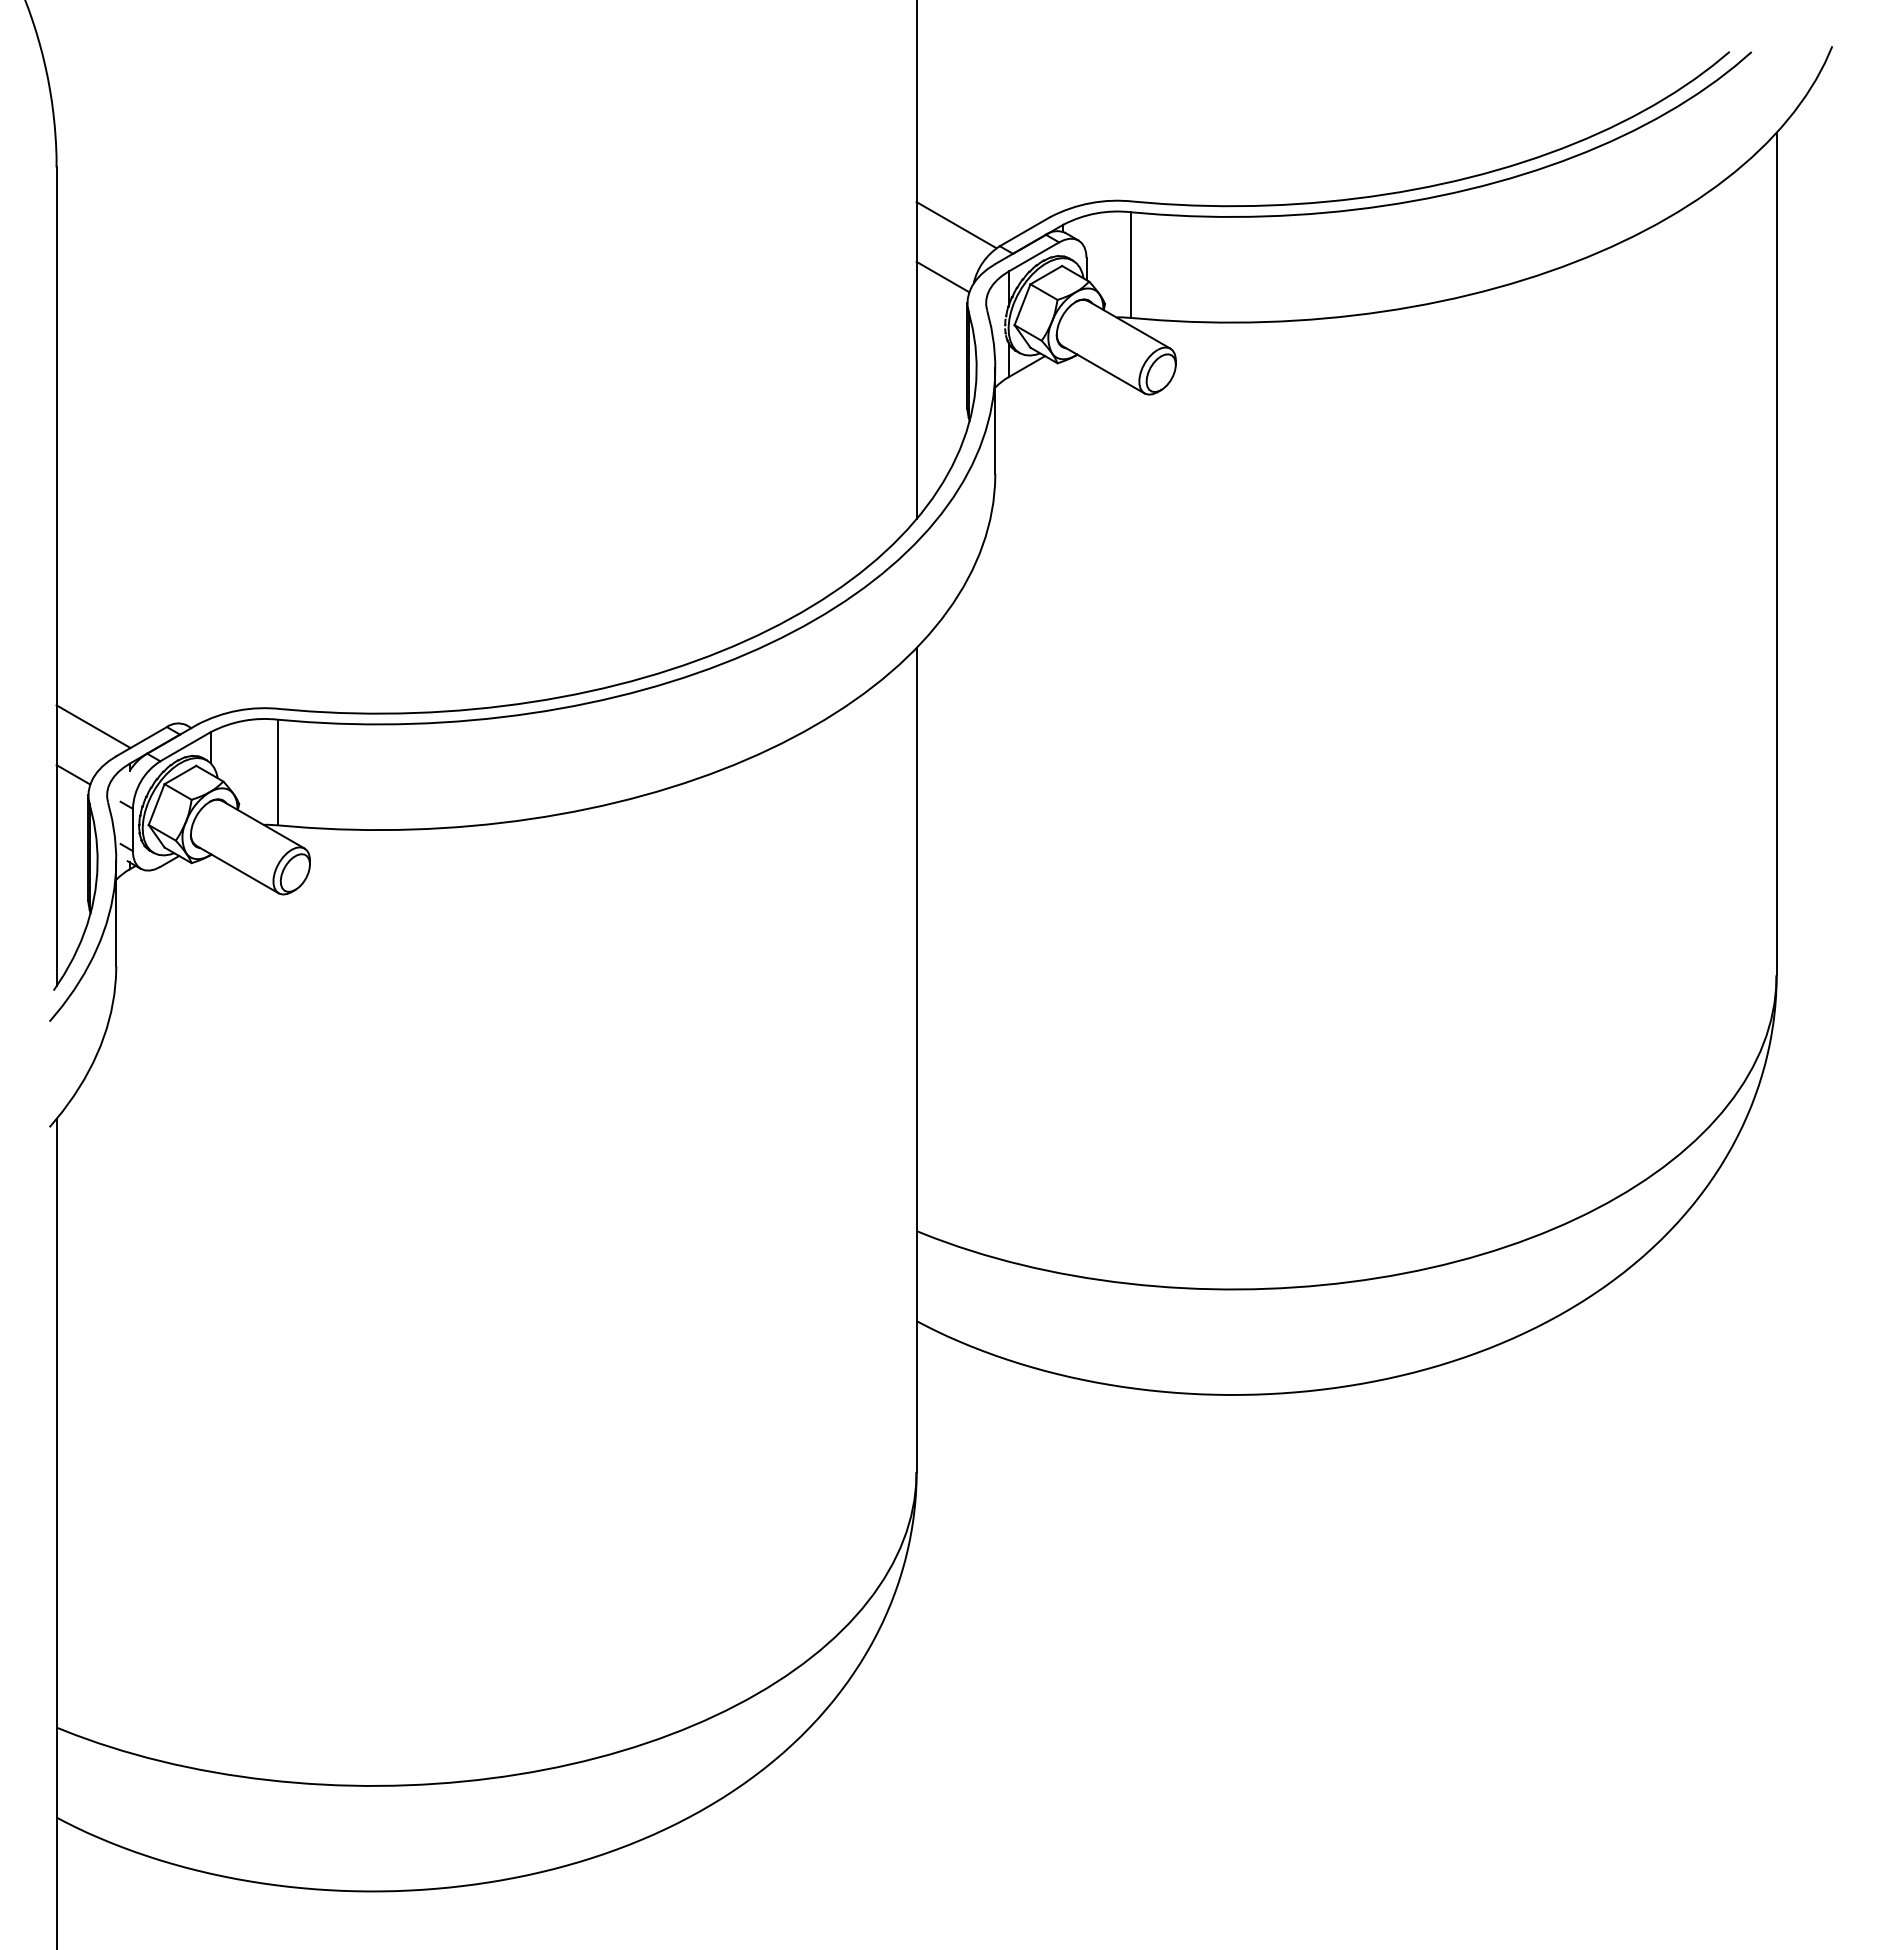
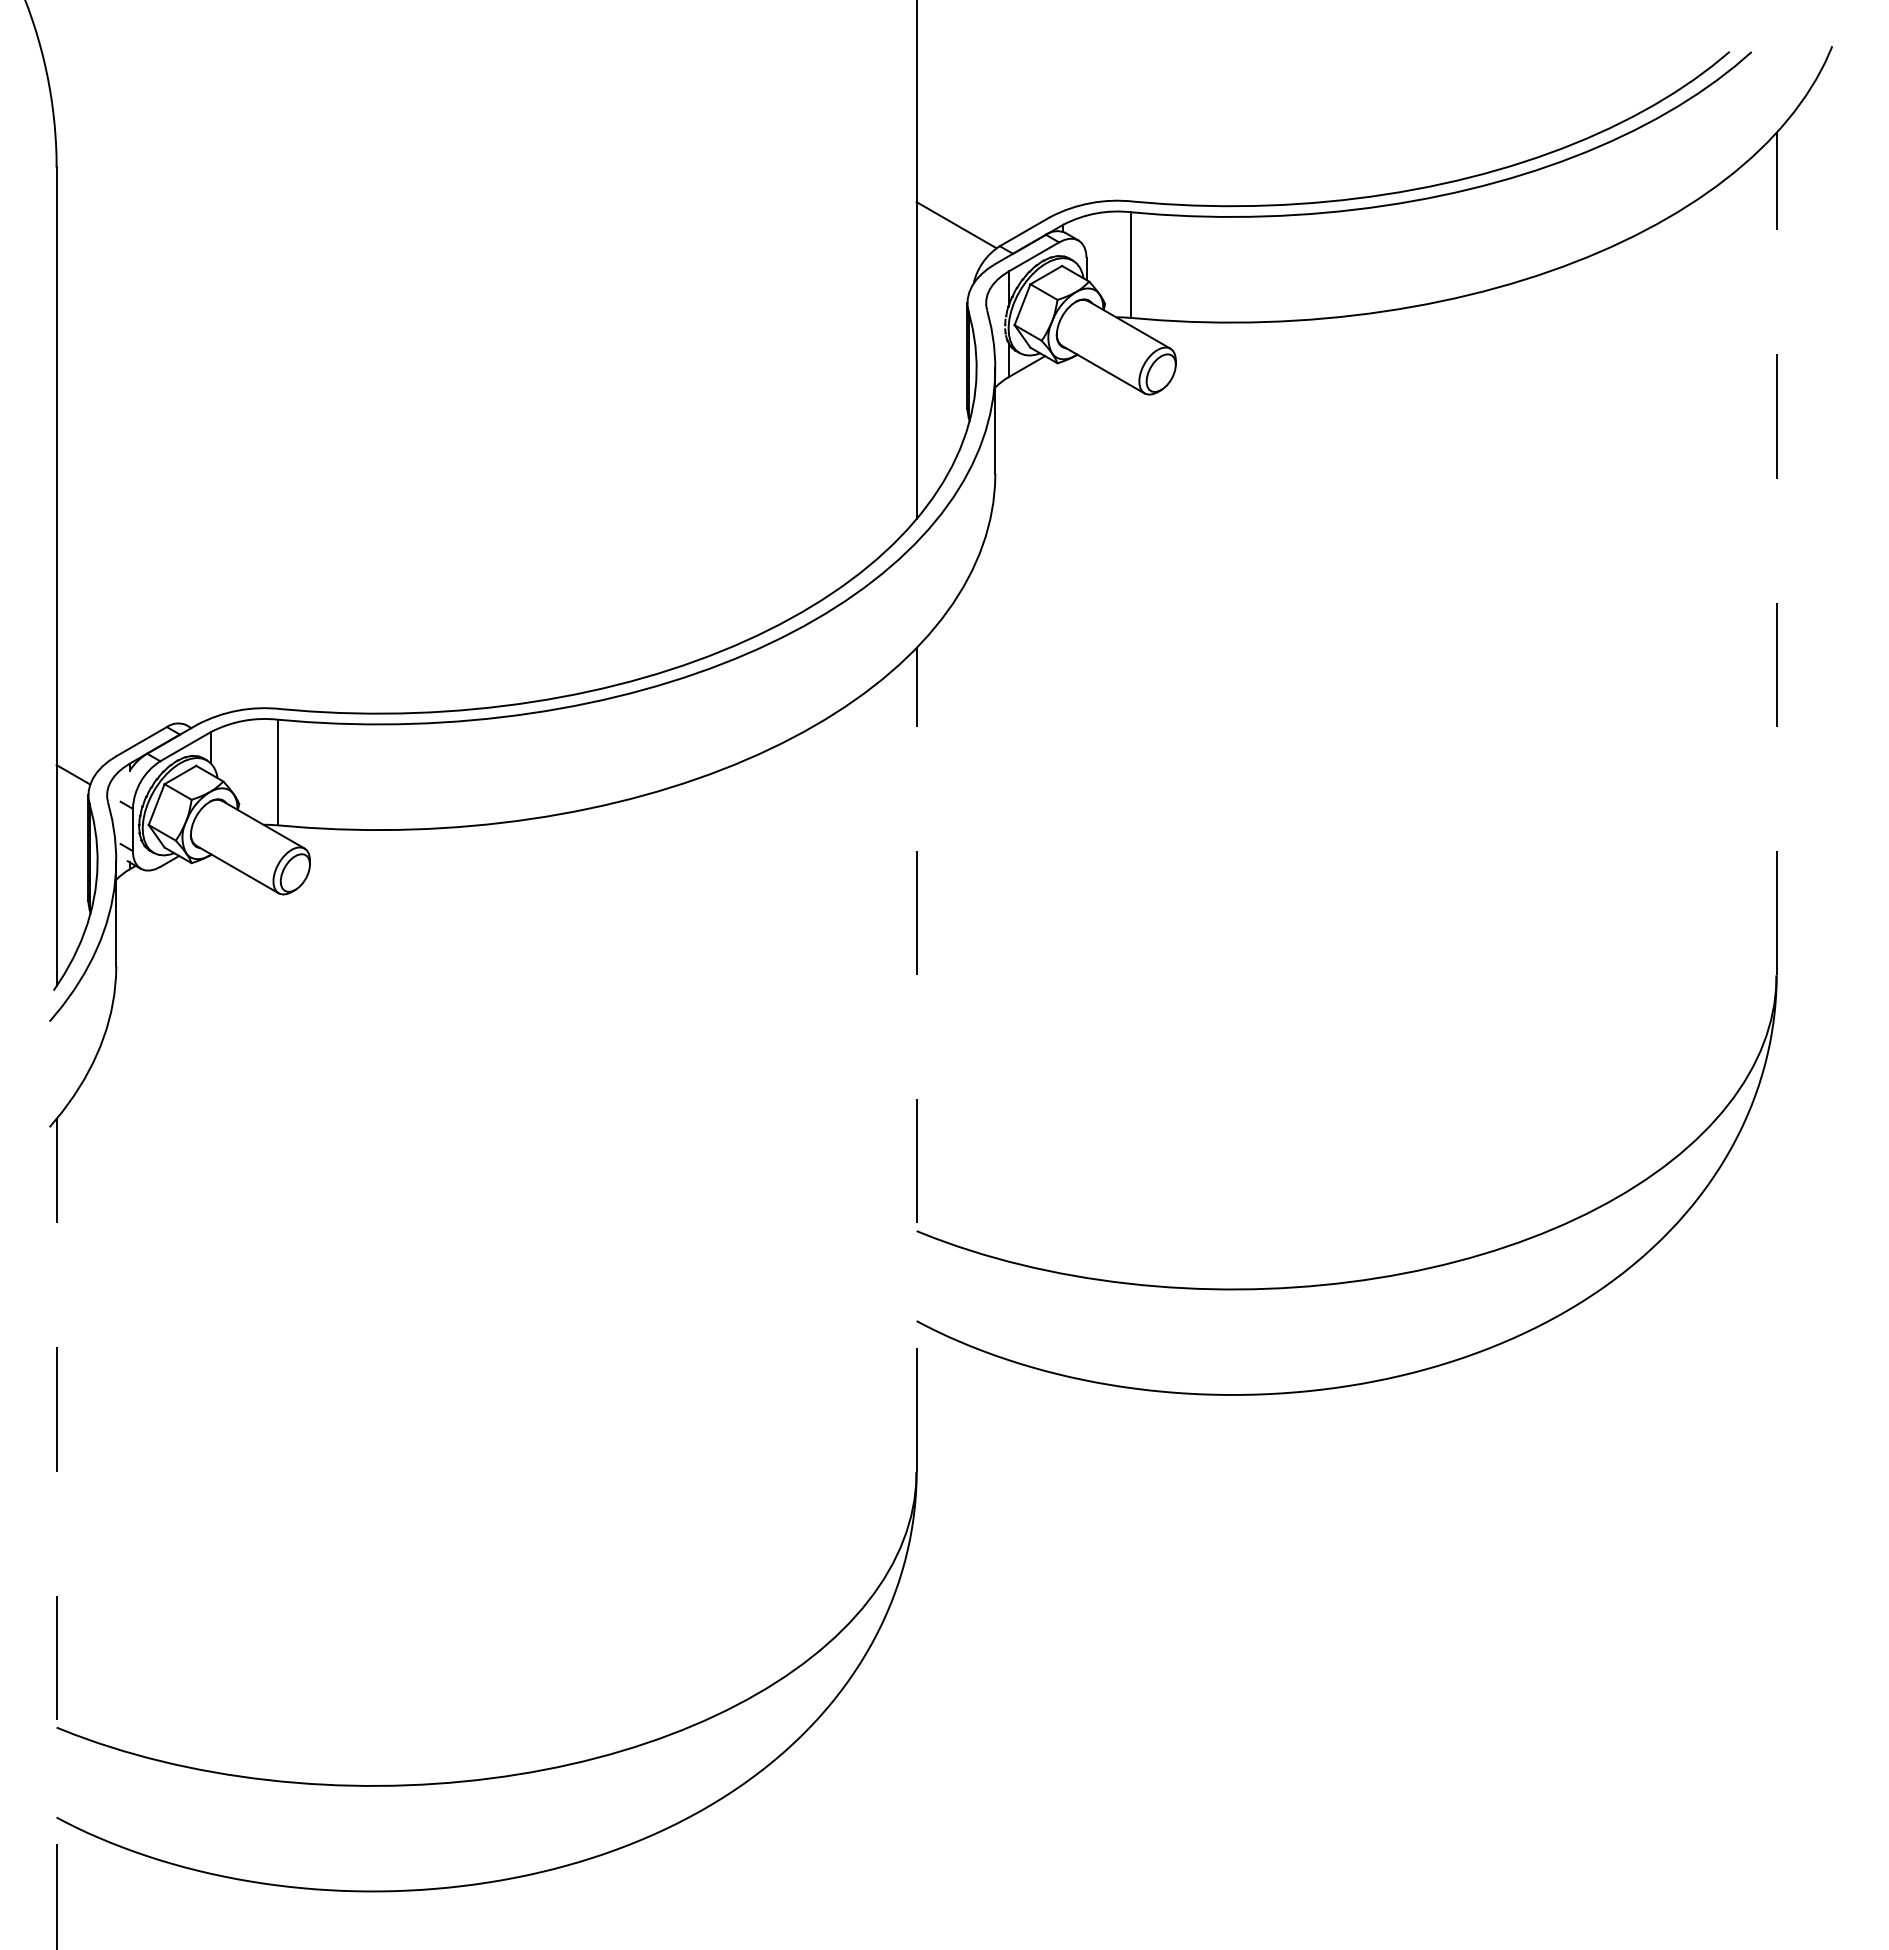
line at (942, 276): present -> none
line at (1776, 553): solid -> dashed
line at (93, 726): present -> none
line at (916, 1060): solid -> dashed
line at (56, 1533): solid -> dashed
